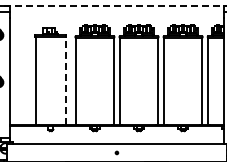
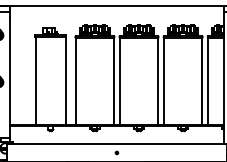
line at (112, 5): dashed -> solid
line at (65, 80): dashed -> solid
